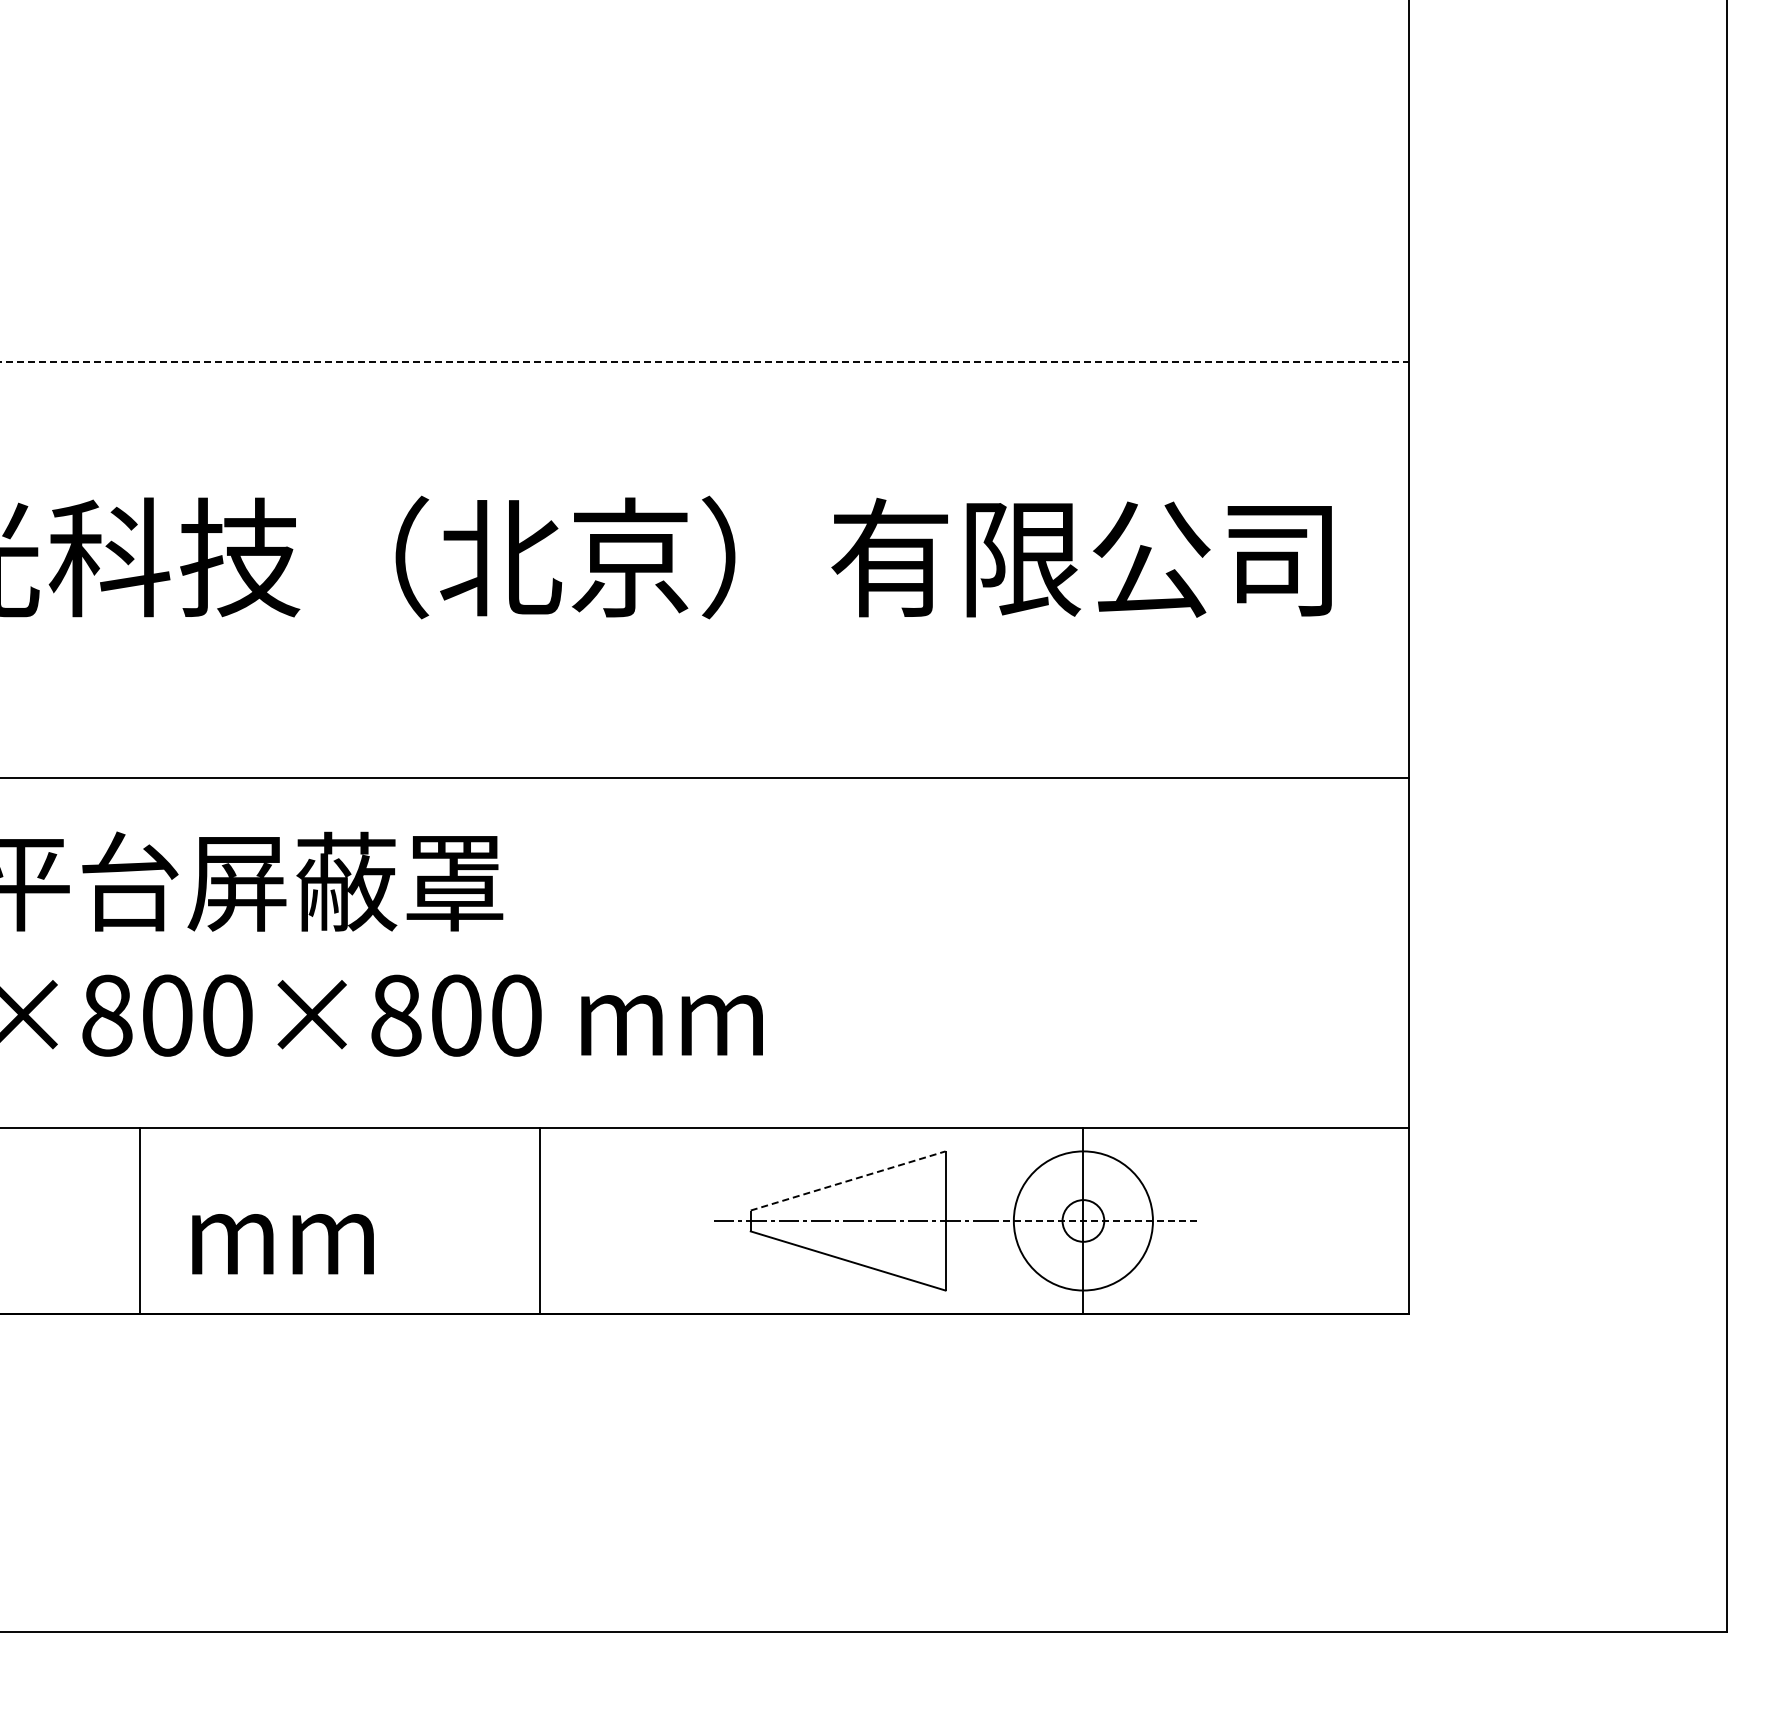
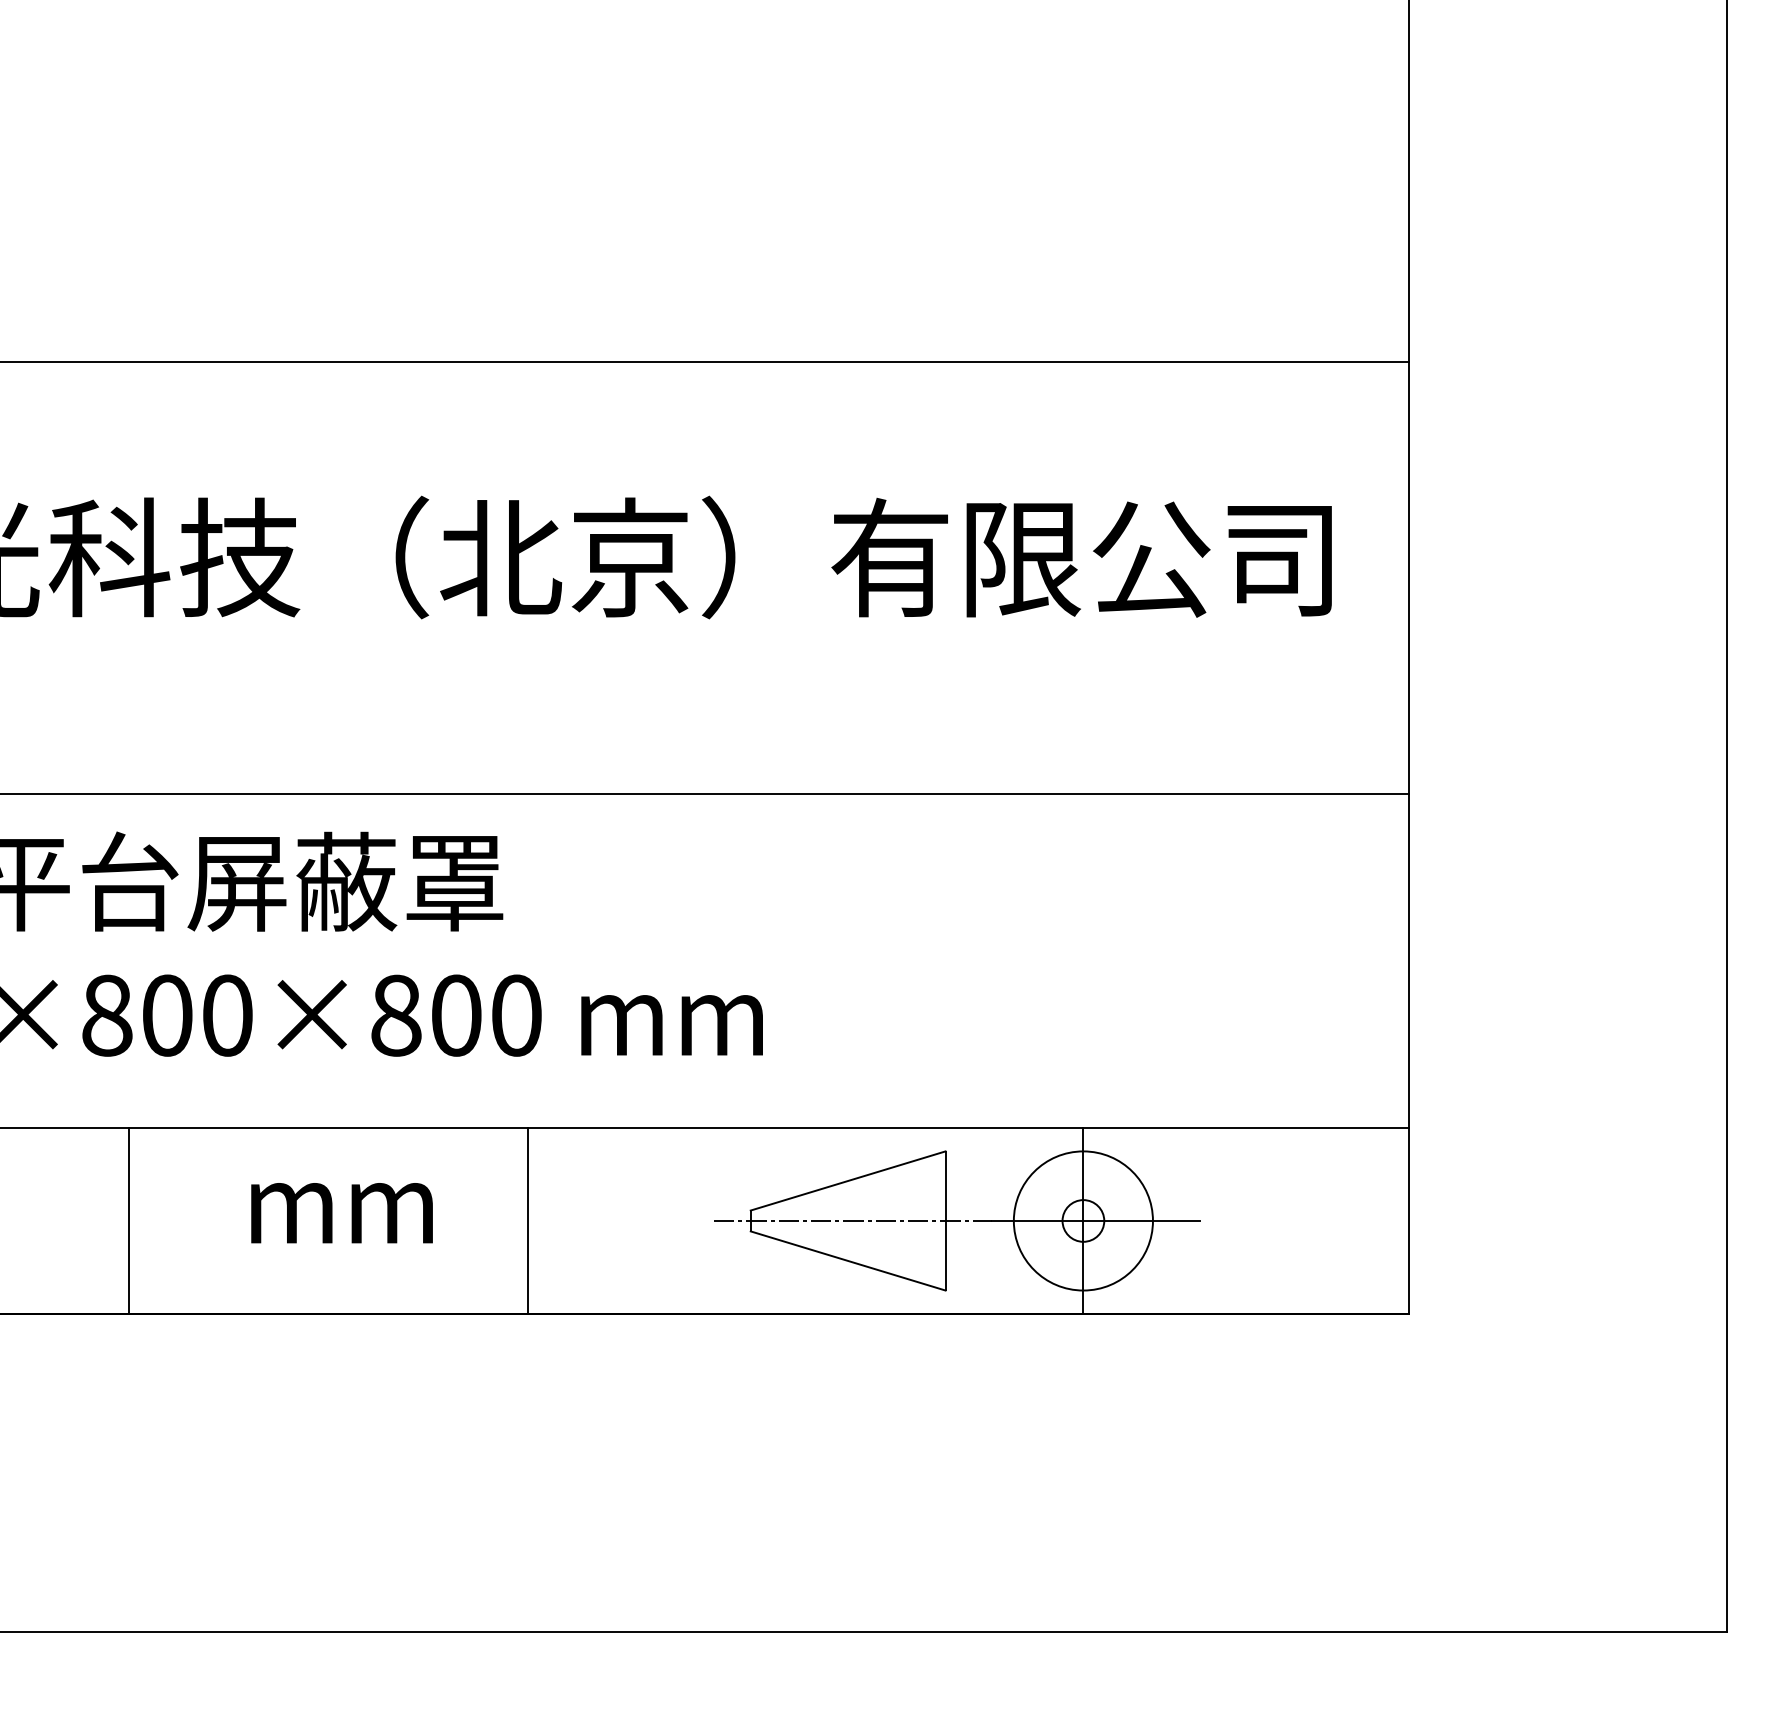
line at (705, 361): dashed -> solid
line at (705, 778) position: (705, 778) -> (705, 794)
line at (848, 1180): dashed -> solid
line at (139, 1220) position: (139, 1220) -> (128, 1220)
line at (540, 1220) position: (540, 1220) -> (528, 1220)
line at (1096, 1220): dashed -> solid
text at (282, 1244) position: (282, 1244) -> (341, 1213)
